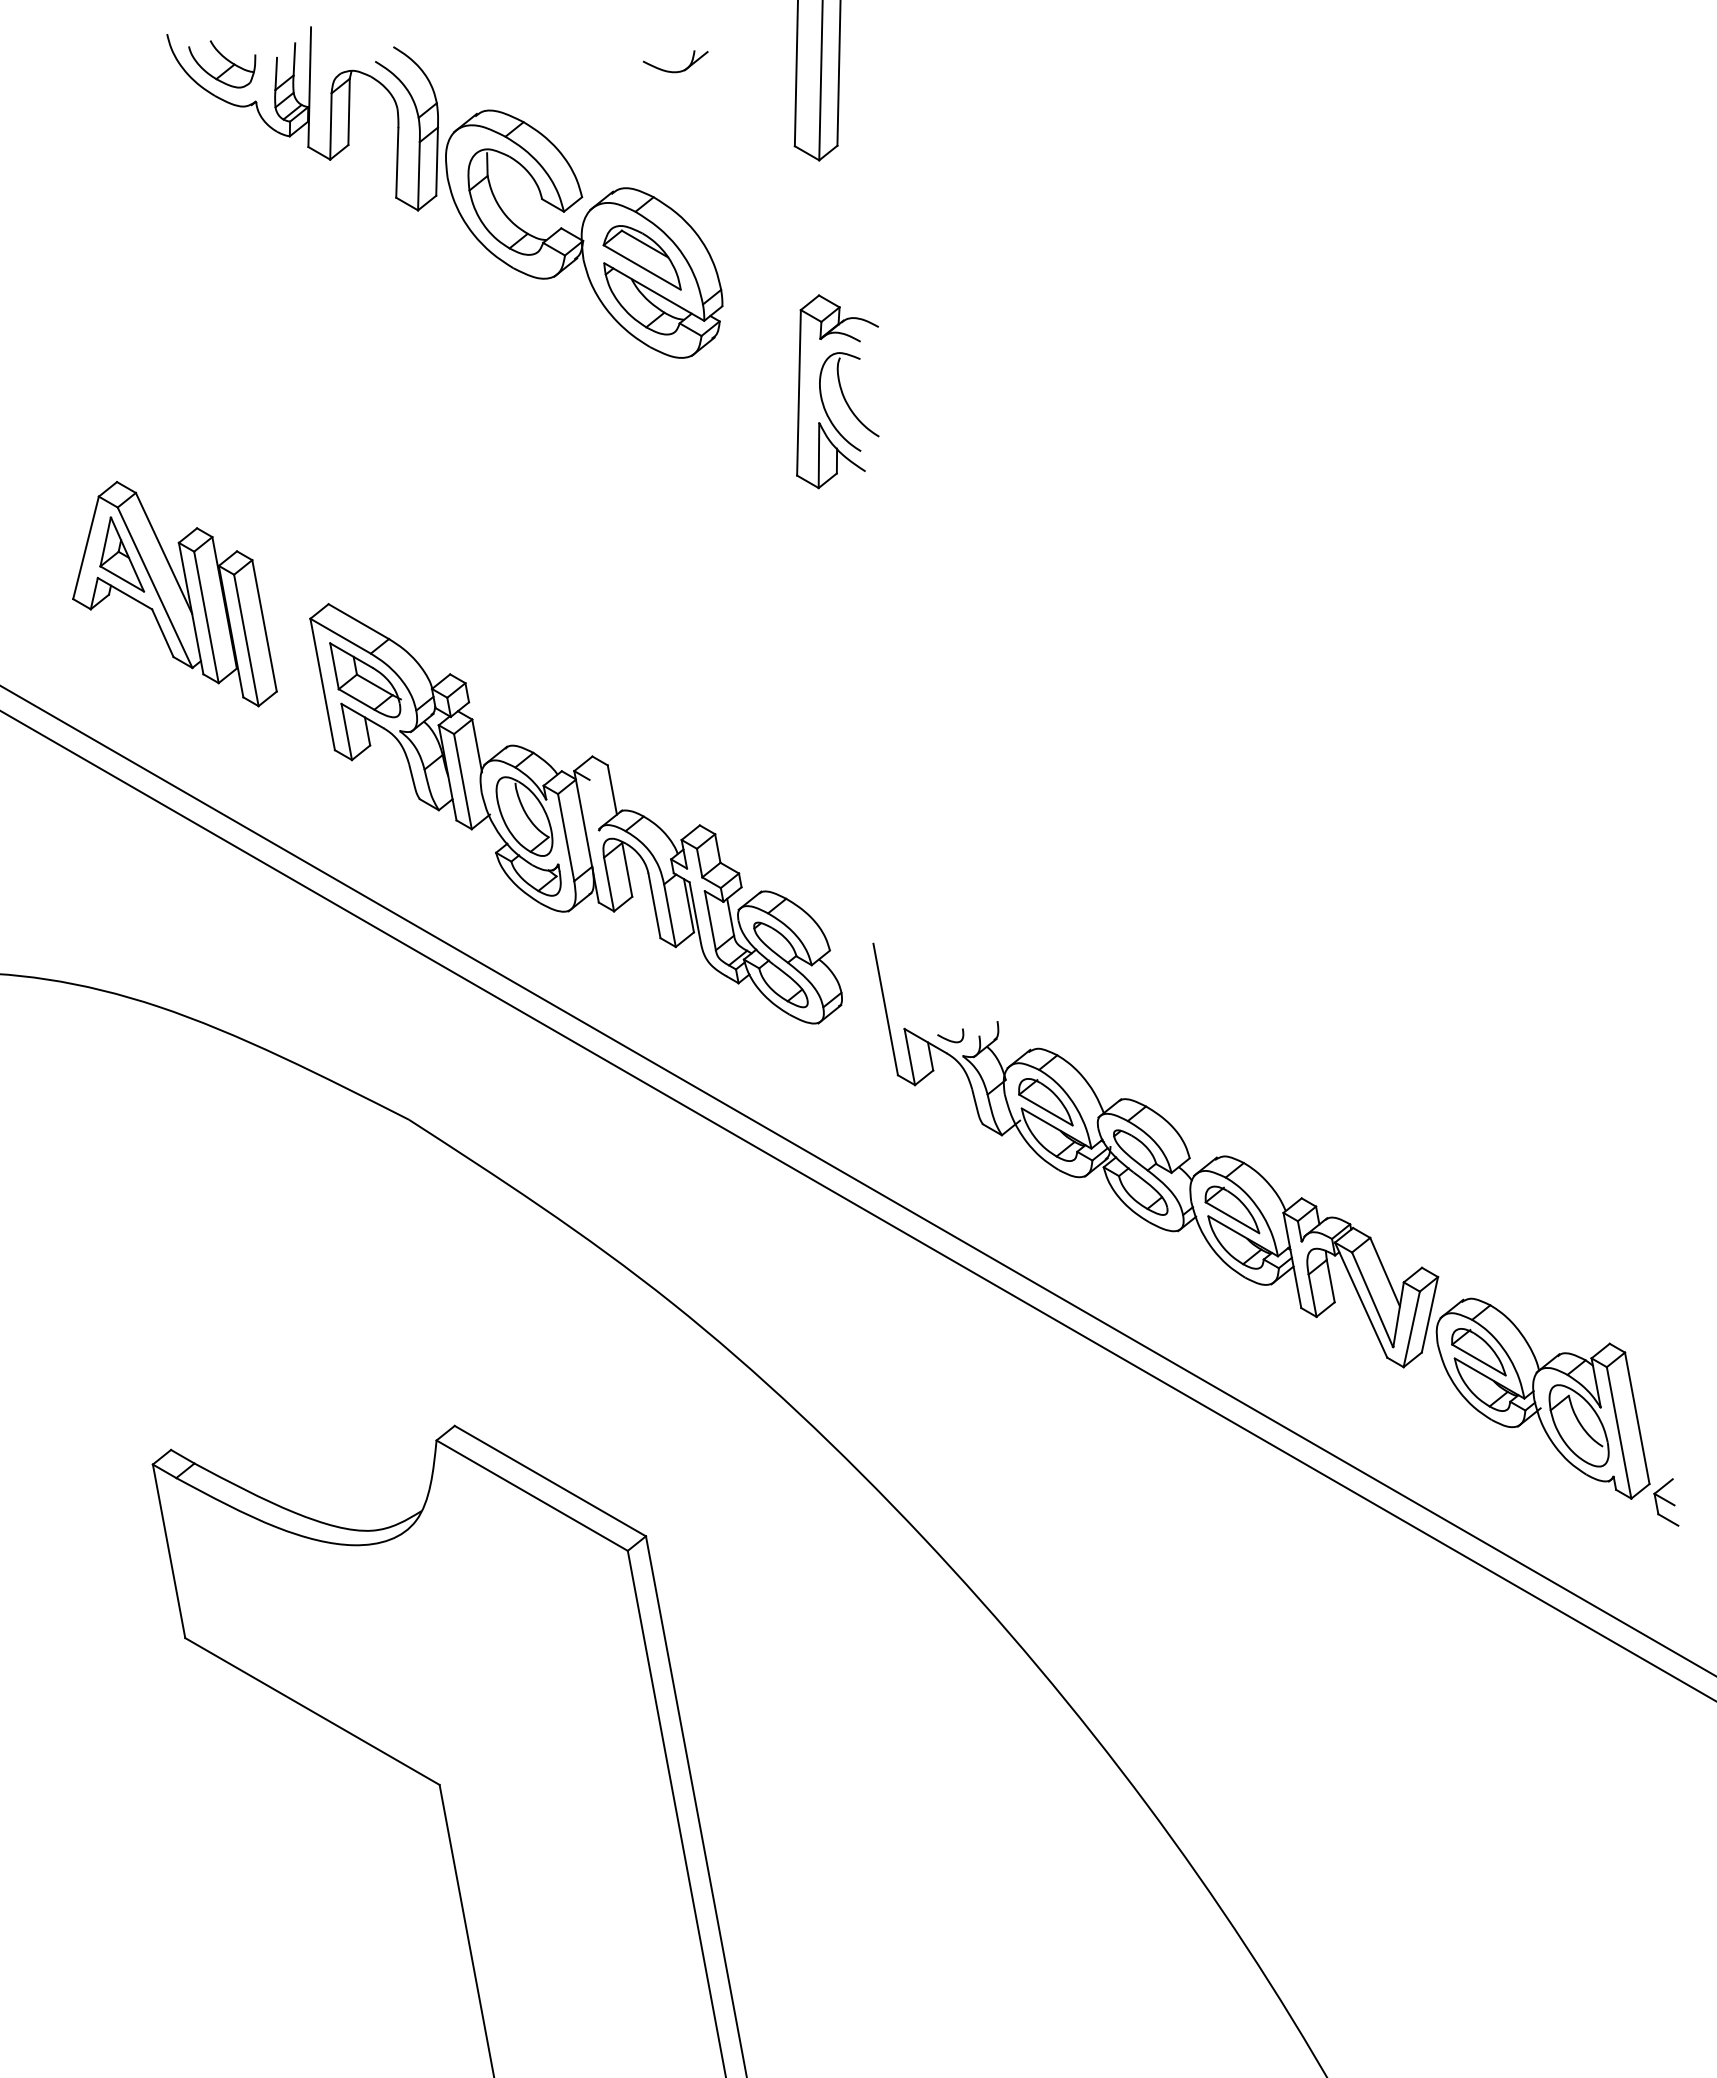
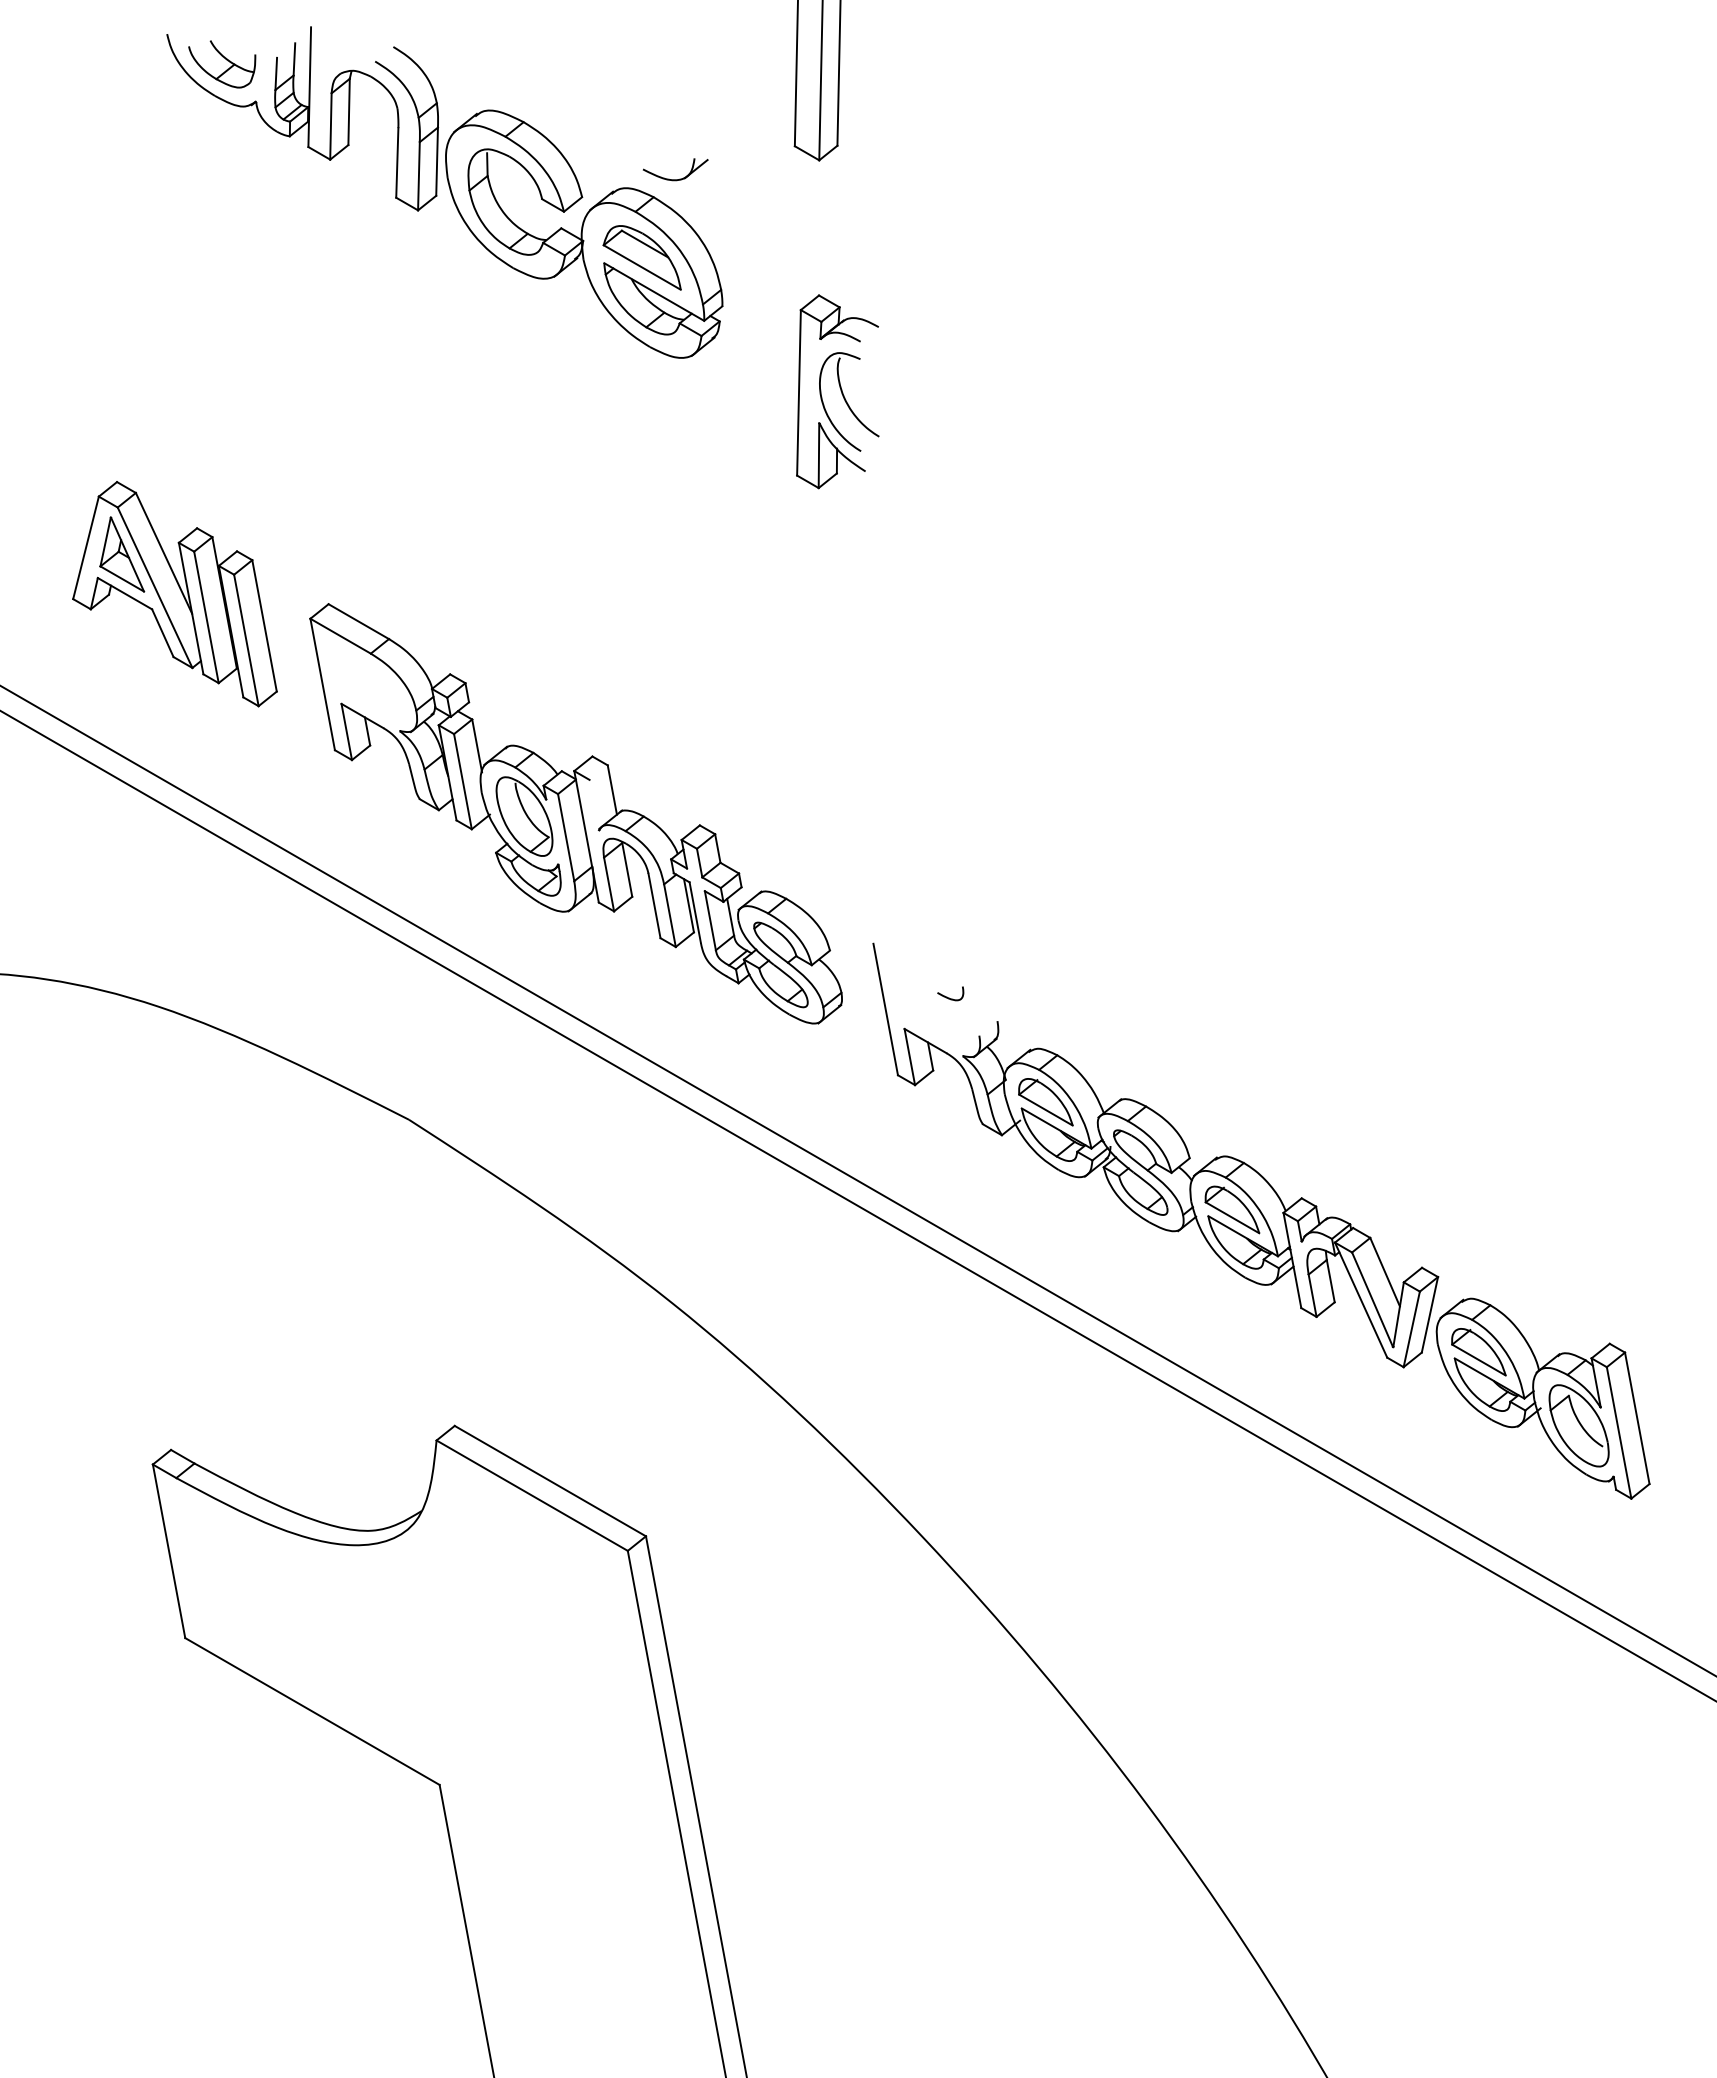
part at (679, 70) position: (679, 70) -> (679, 178)
part at (365, 680): present -> none
curve at (949, 1039) position: (949, 1039) -> (949, 997)
part at (1666, 1502): present -> none
